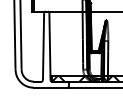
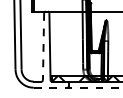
line at (43, 46): solid -> dashed
line at (78, 87): solid -> dashed
